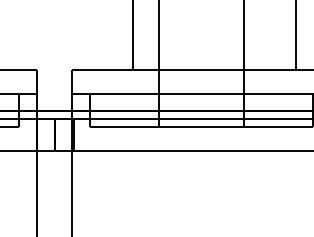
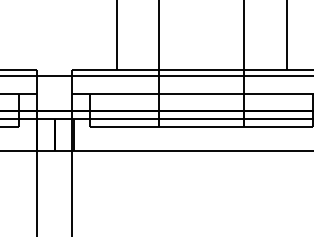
line at (132, 36) position: (132, 36) -> (116, 36)
line at (295, 36) position: (295, 36) -> (286, 36)
line at (156, 76): none -> present
